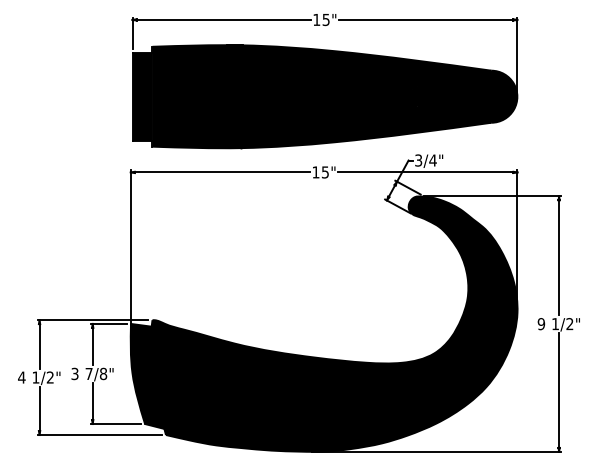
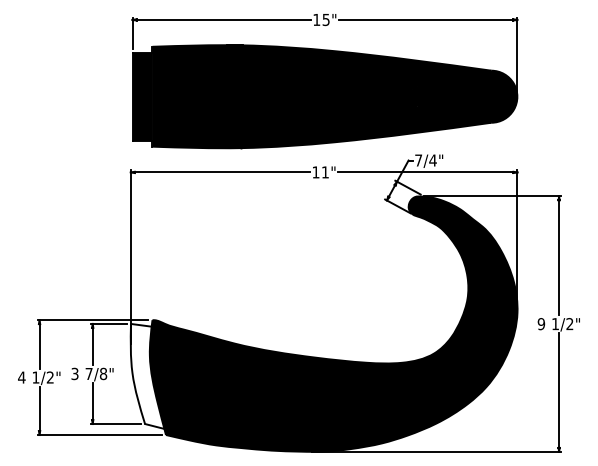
text at (418, 160): 3/4" -> 7/4"
text at (324, 172): 15" -> 11"
fill at (147, 375): present -> none
